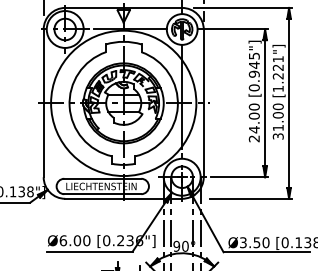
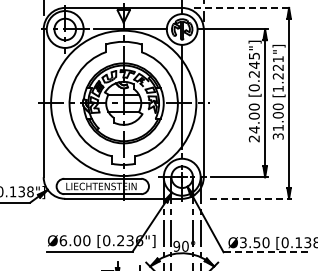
line at (242, 7): solid -> dashed
text at (254, 73): [0.945"] -> [0.245"]
line at (250, 198): solid -> dashed
line at (267, 252): solid -> dashed
